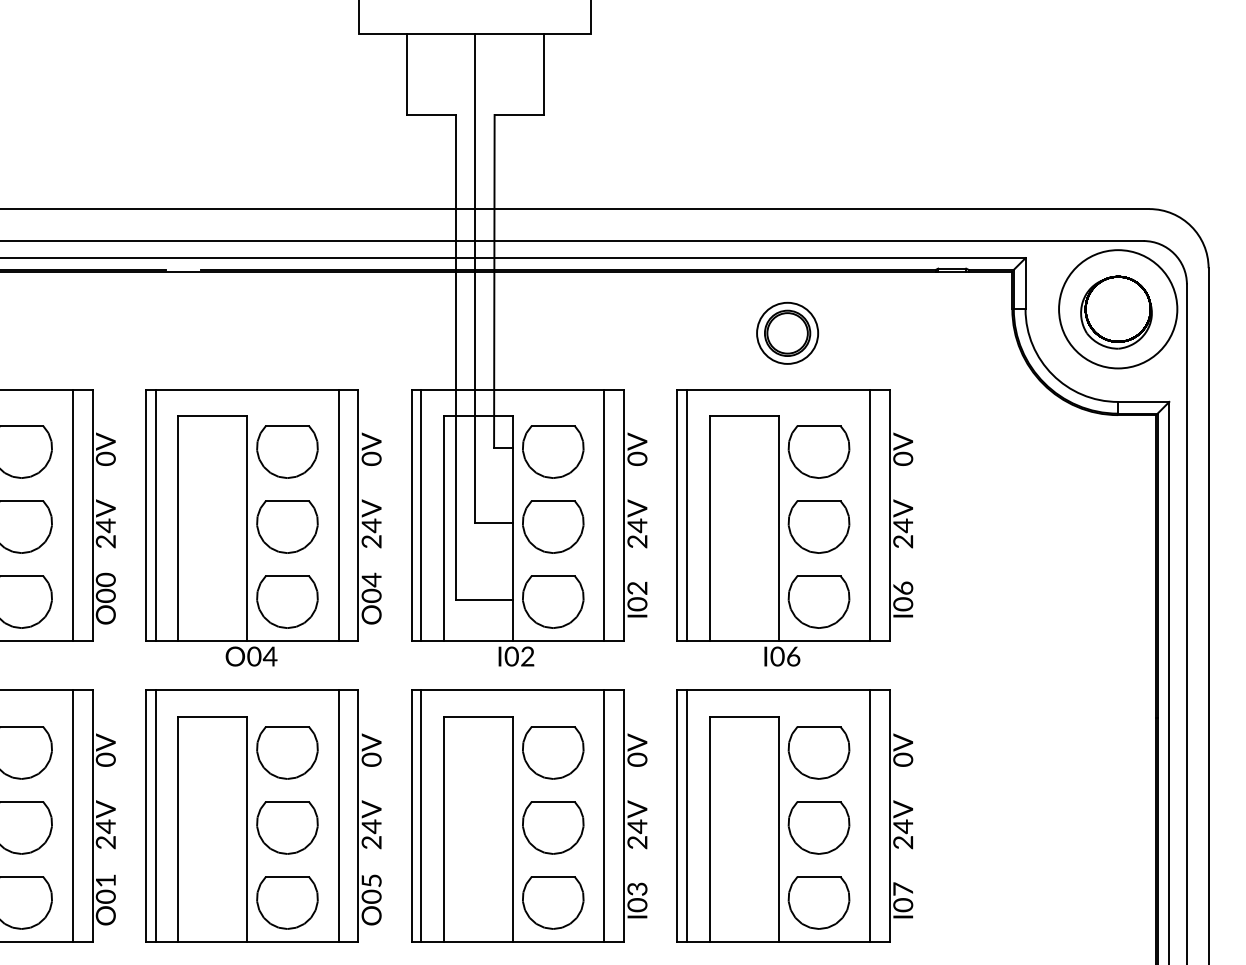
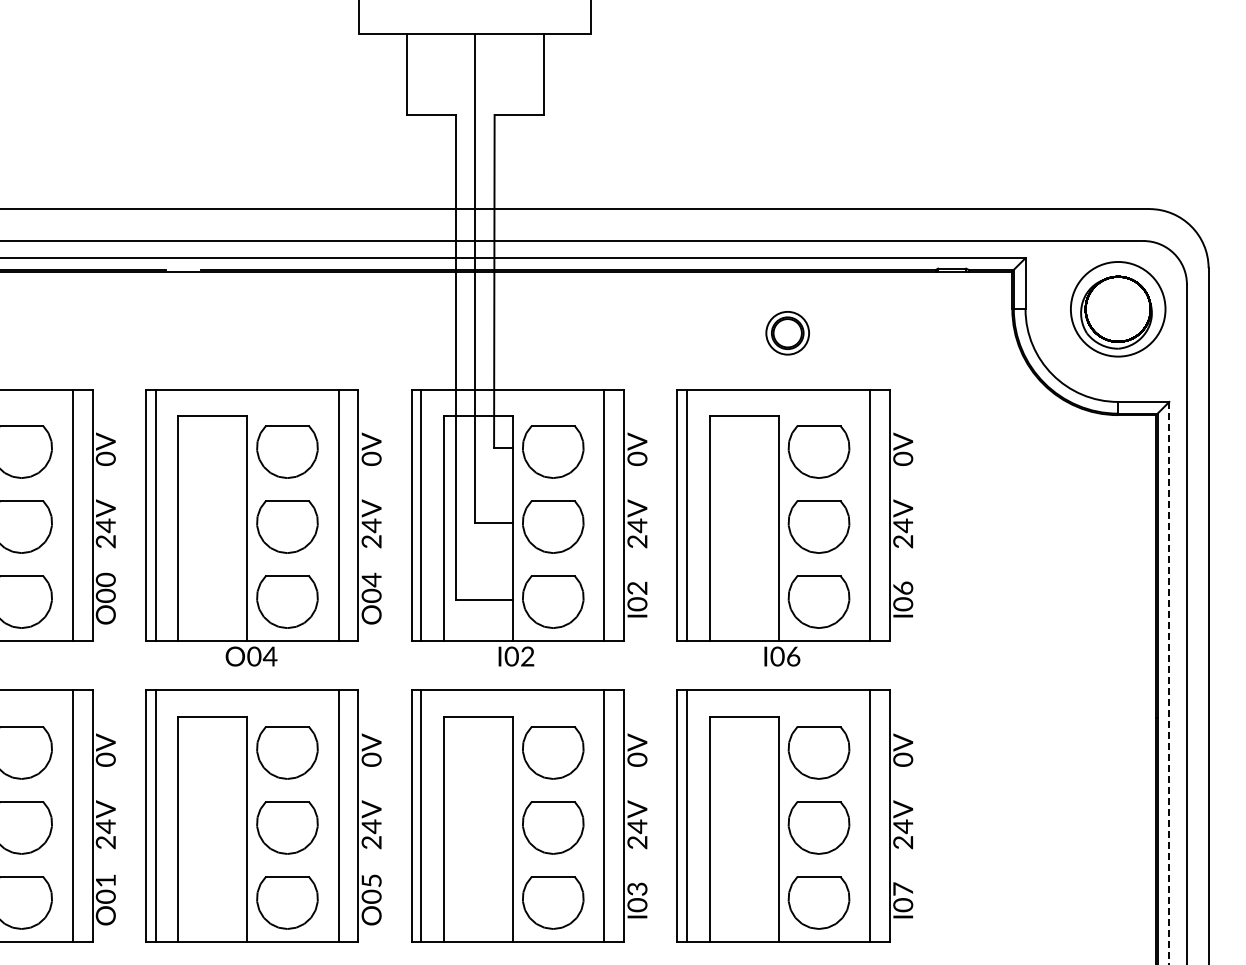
circle at (1118, 309) diameter: 118 px -> 95 px
part at (787, 332) size: 64x64 px -> 45x45 px
line at (1169, 683): solid -> dashed
